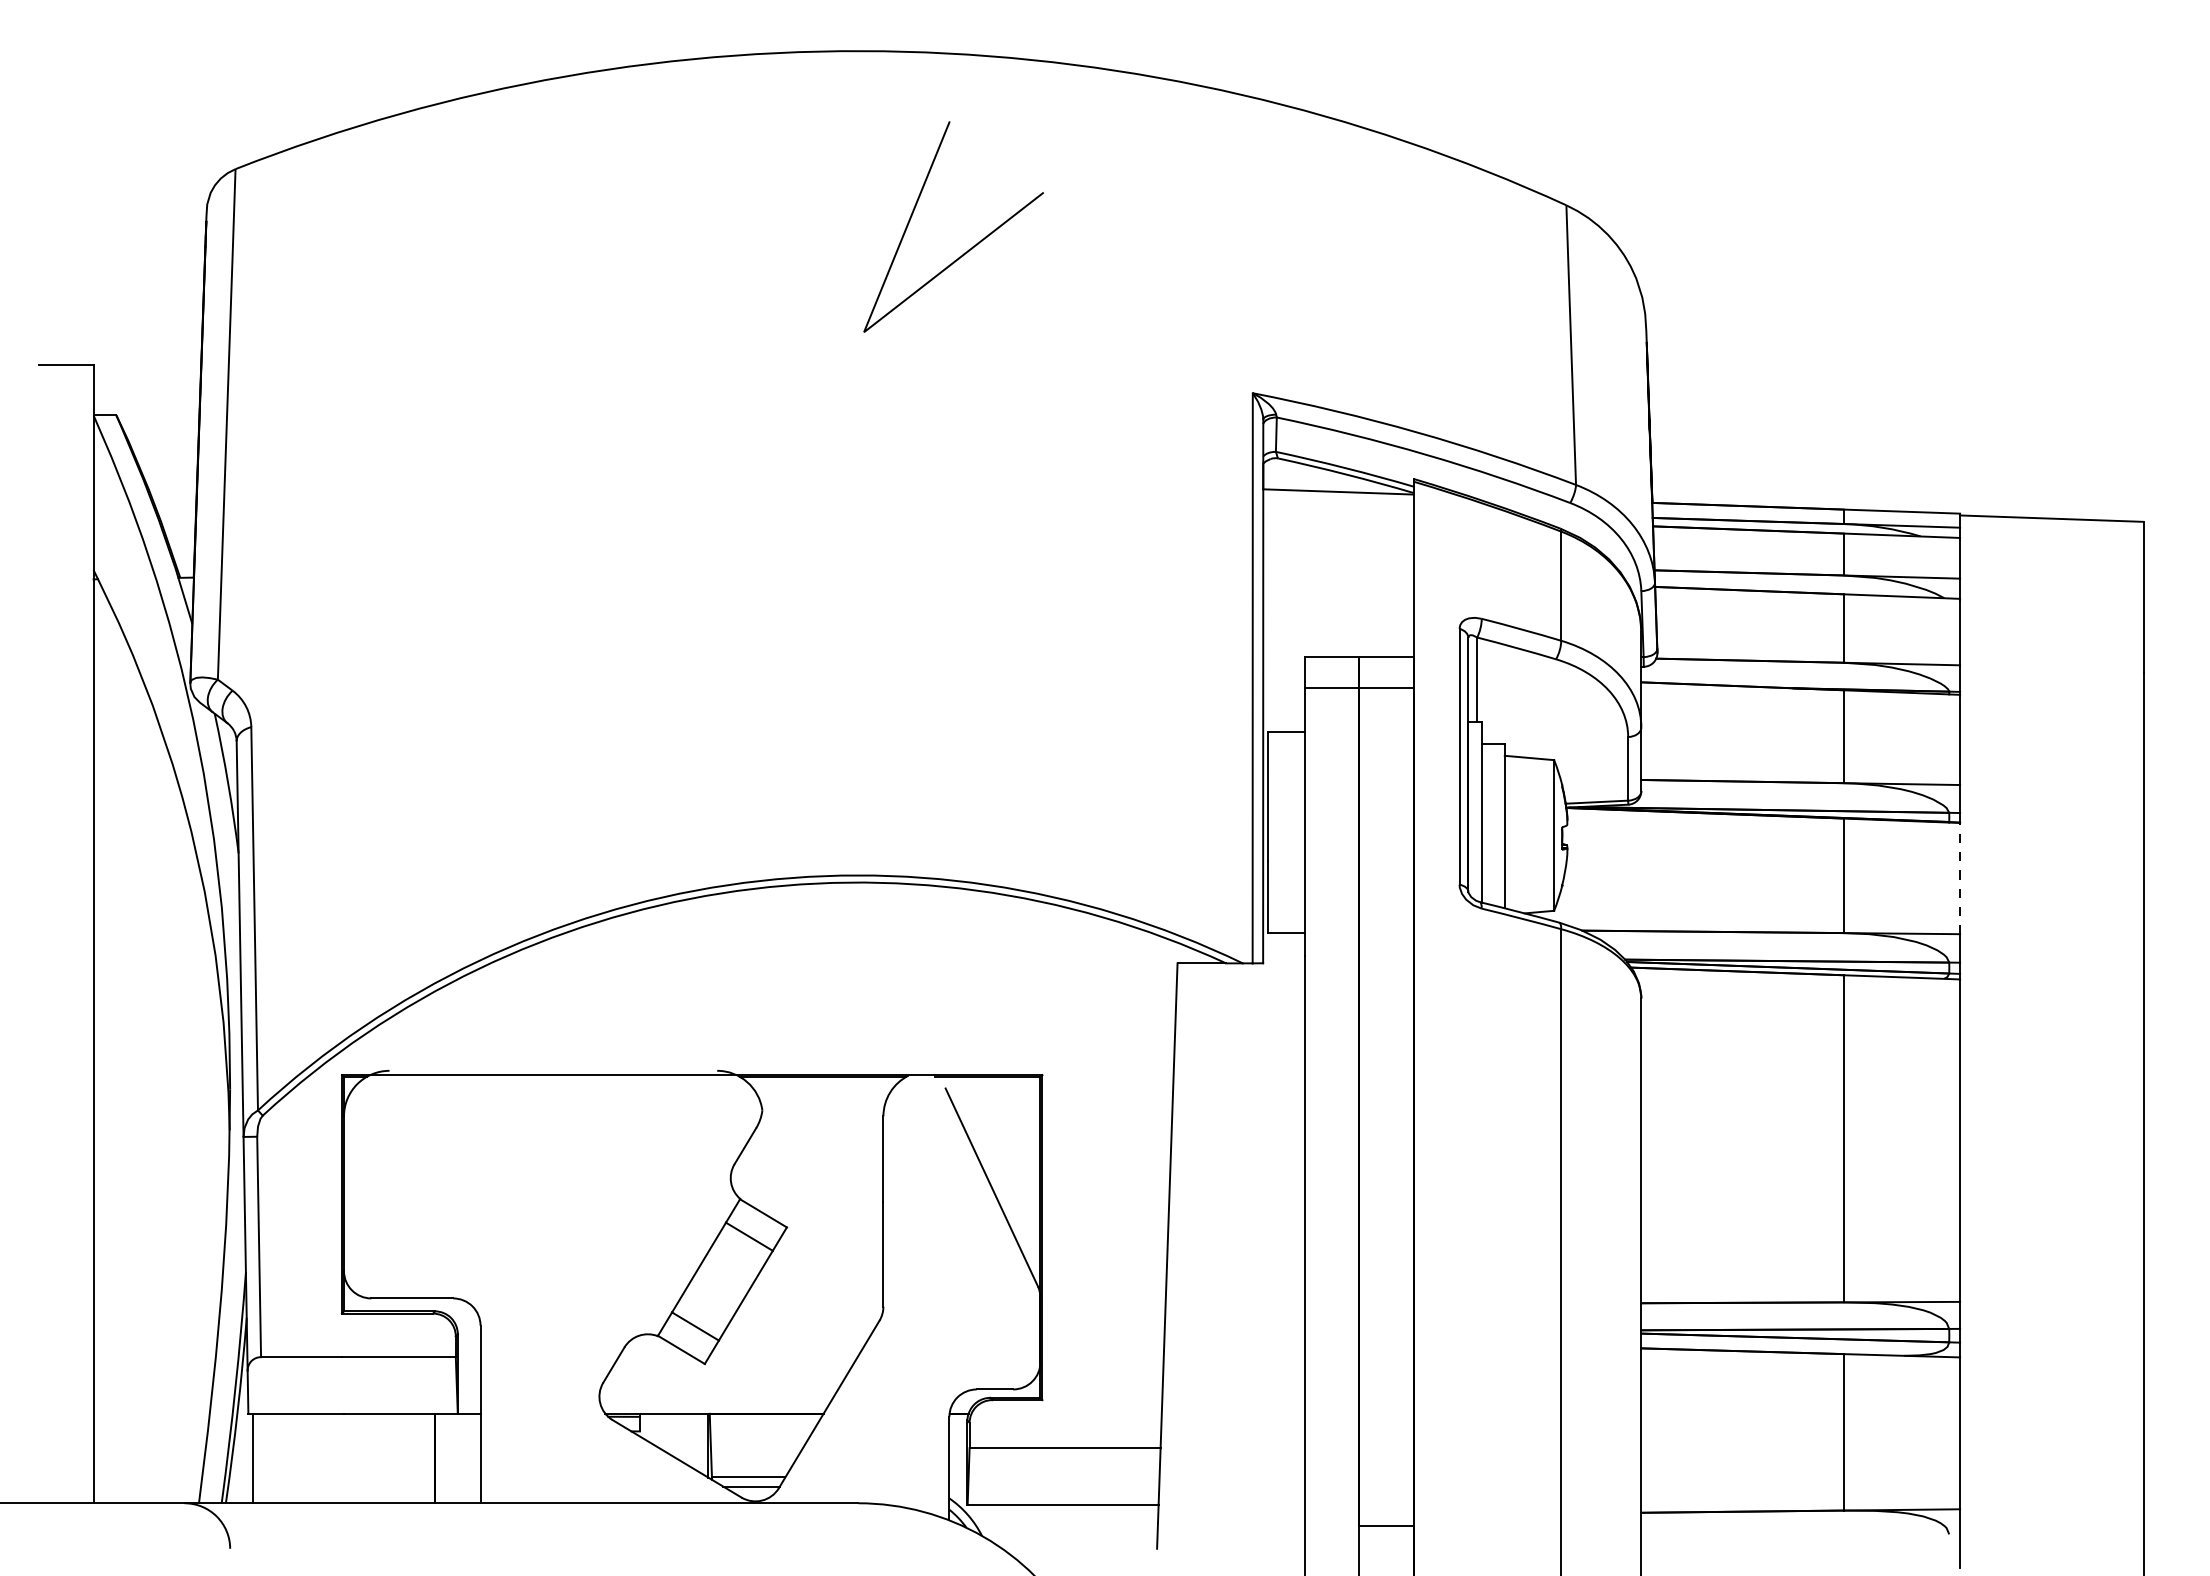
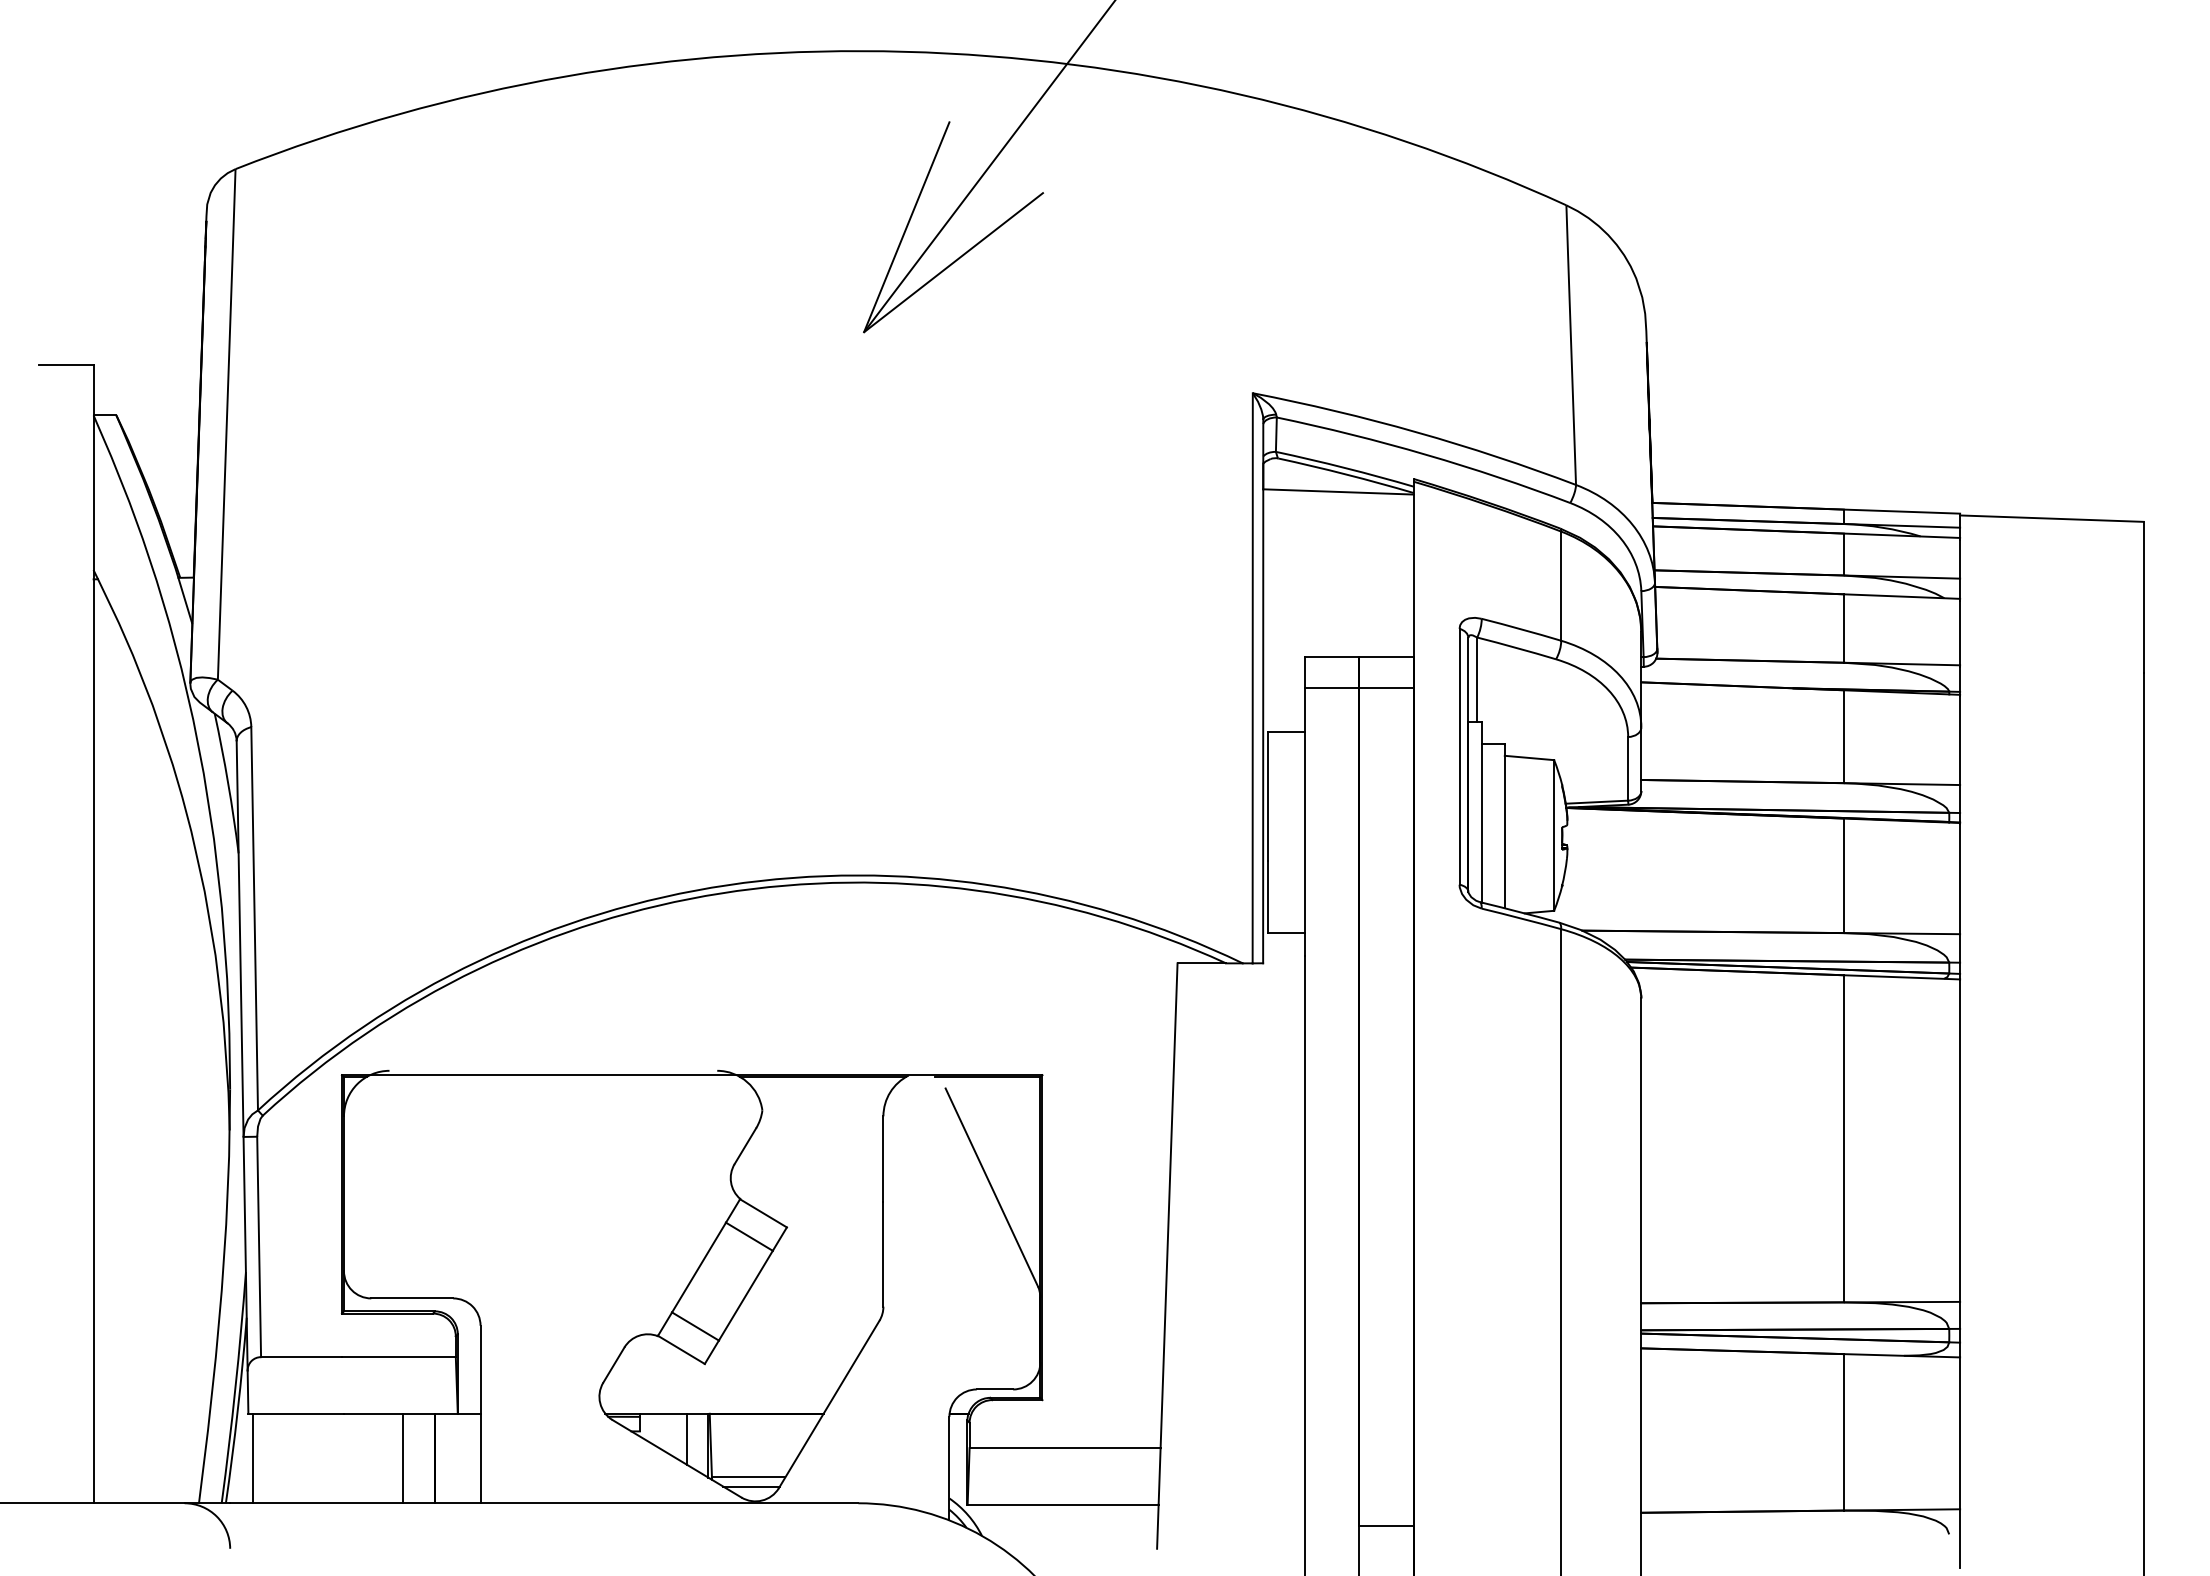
line at (989, 167): none -> present
line at (1960, 878): dashed -> solid
line at (686, 1438): none -> present
line at (403, 1458): none -> present
